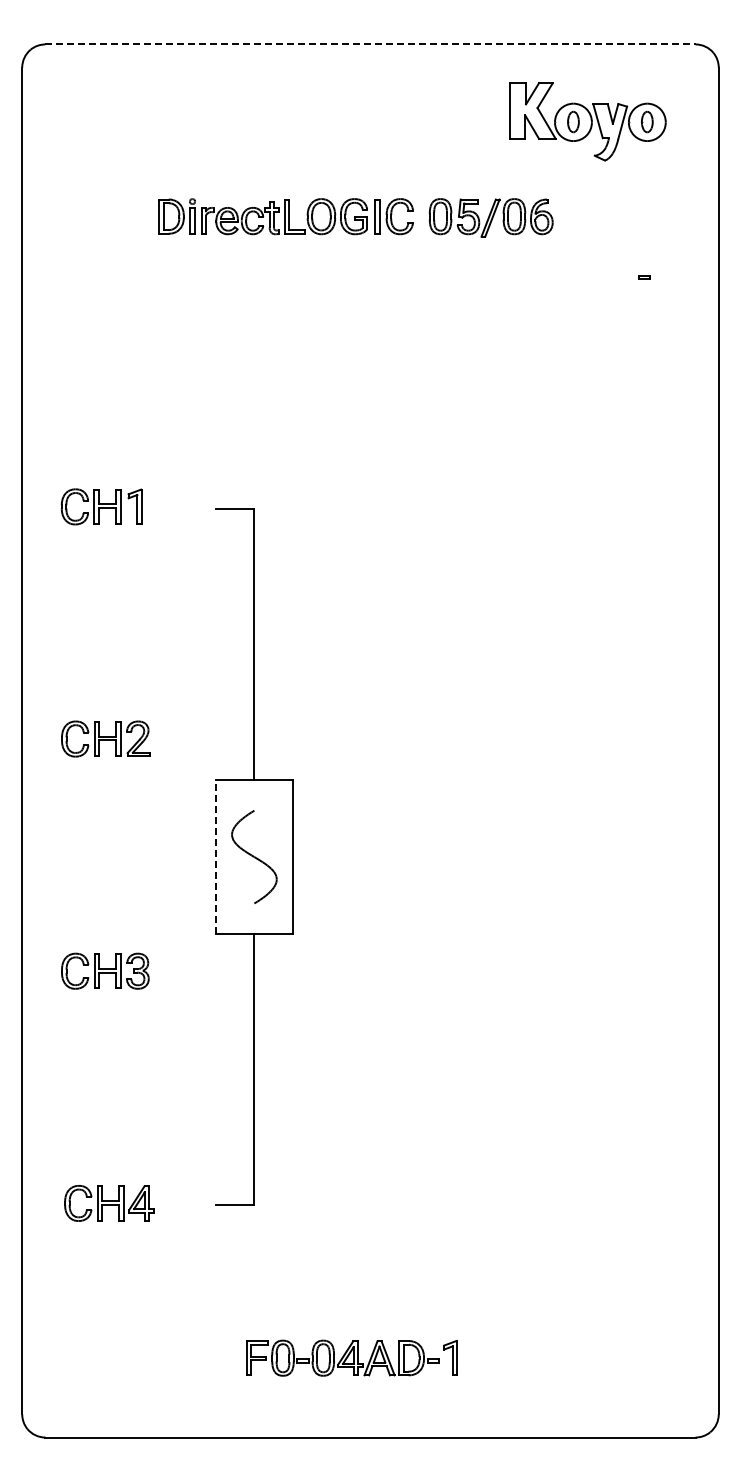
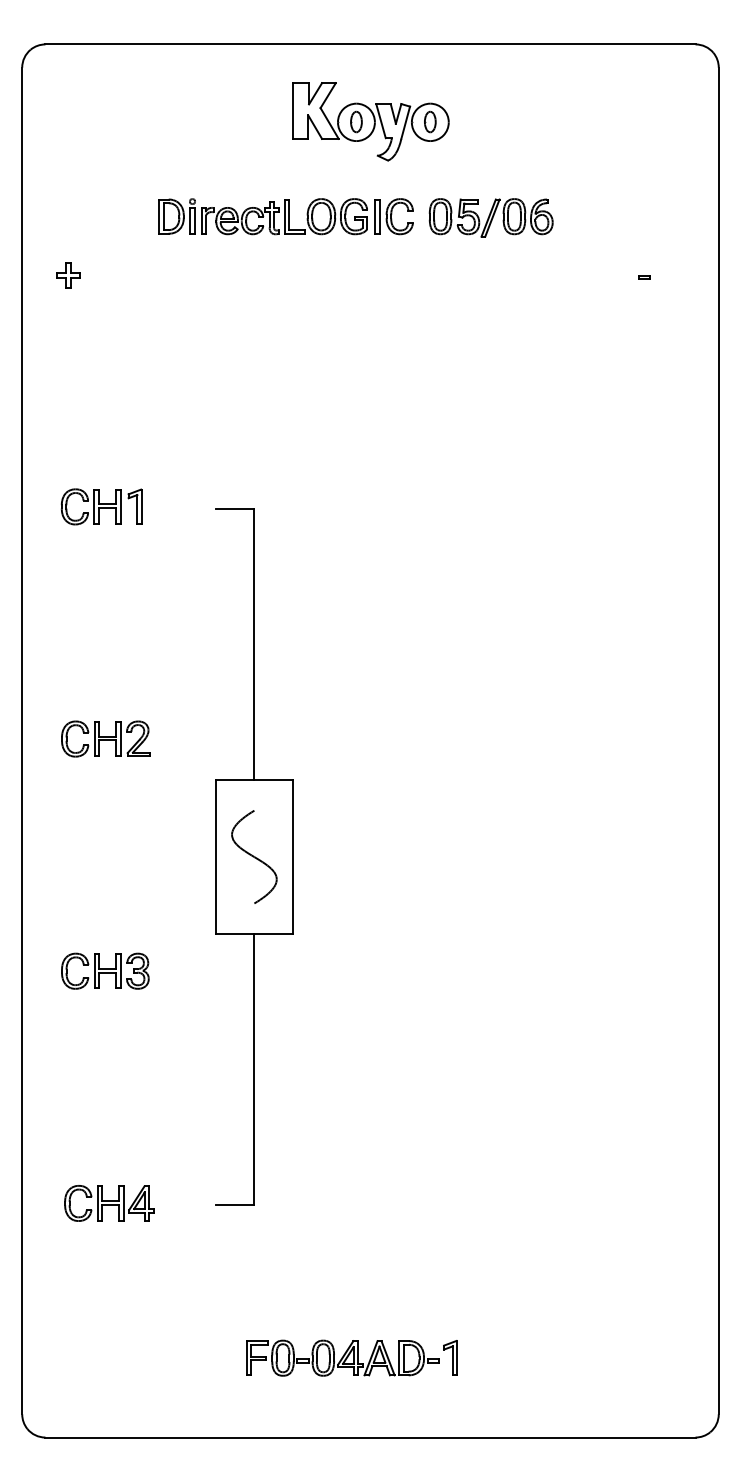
line at (370, 44): dashed -> solid
part at (587, 121) position: (587, 121) -> (370, 121)
part at (68, 275): none -> present
line at (215, 856): dashed -> solid
